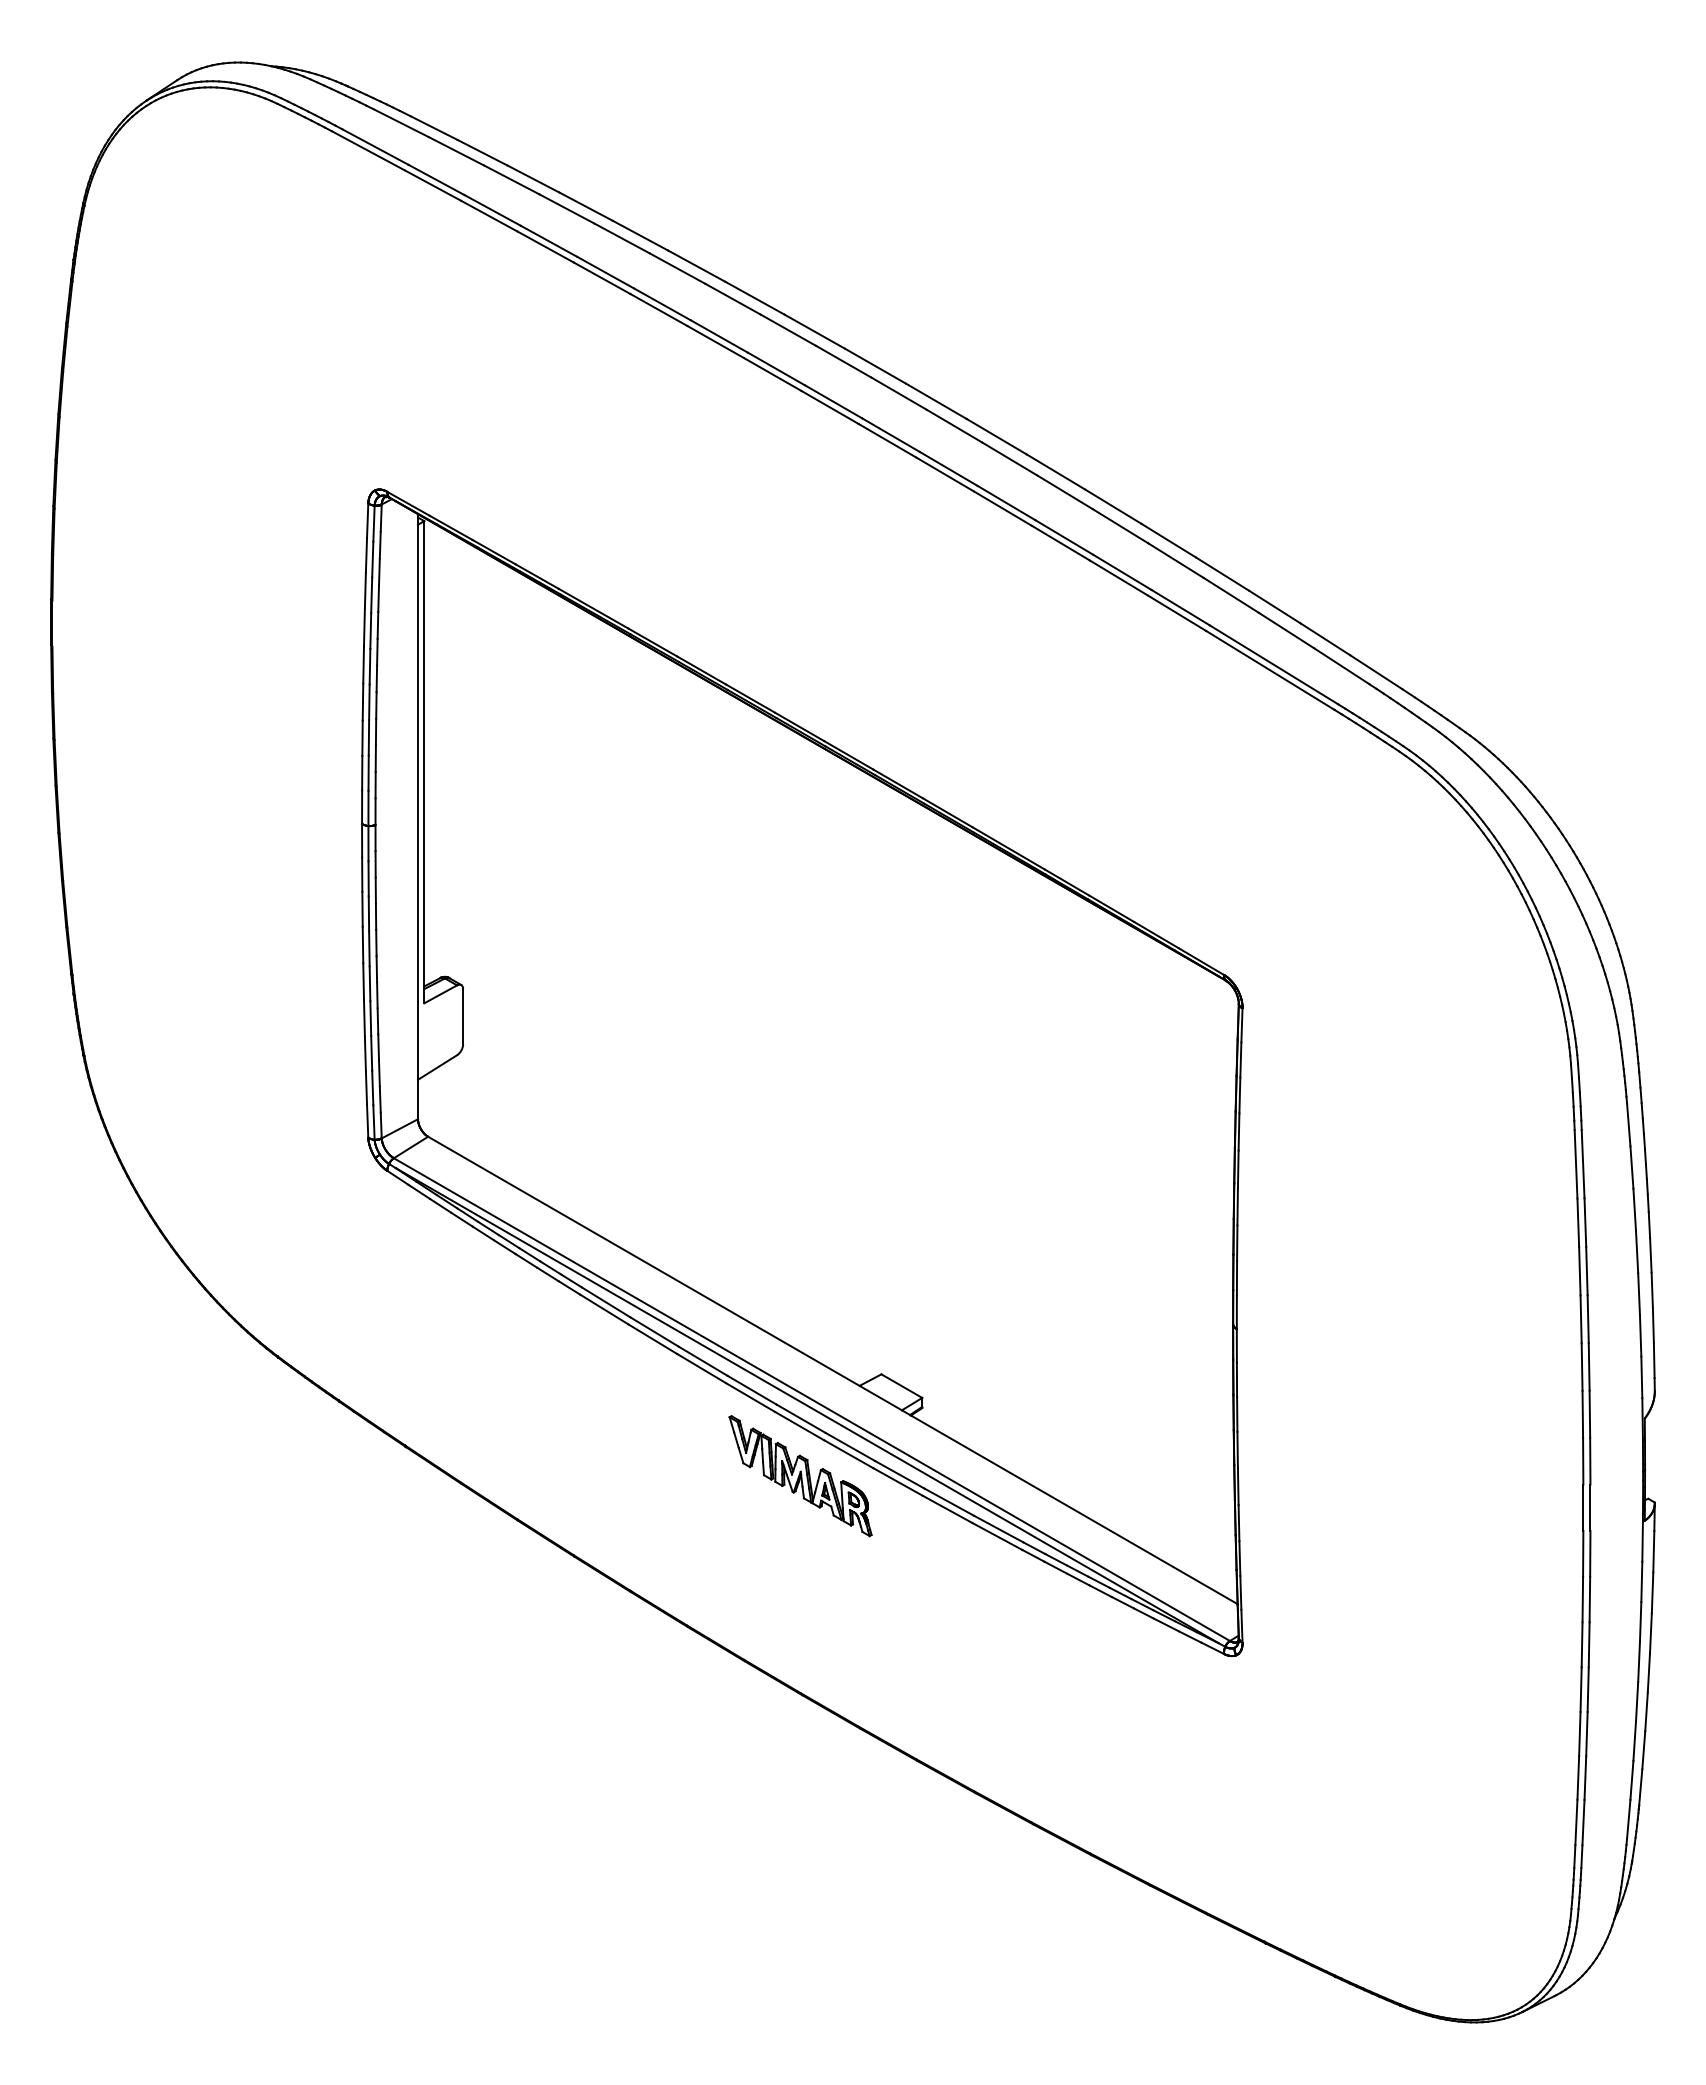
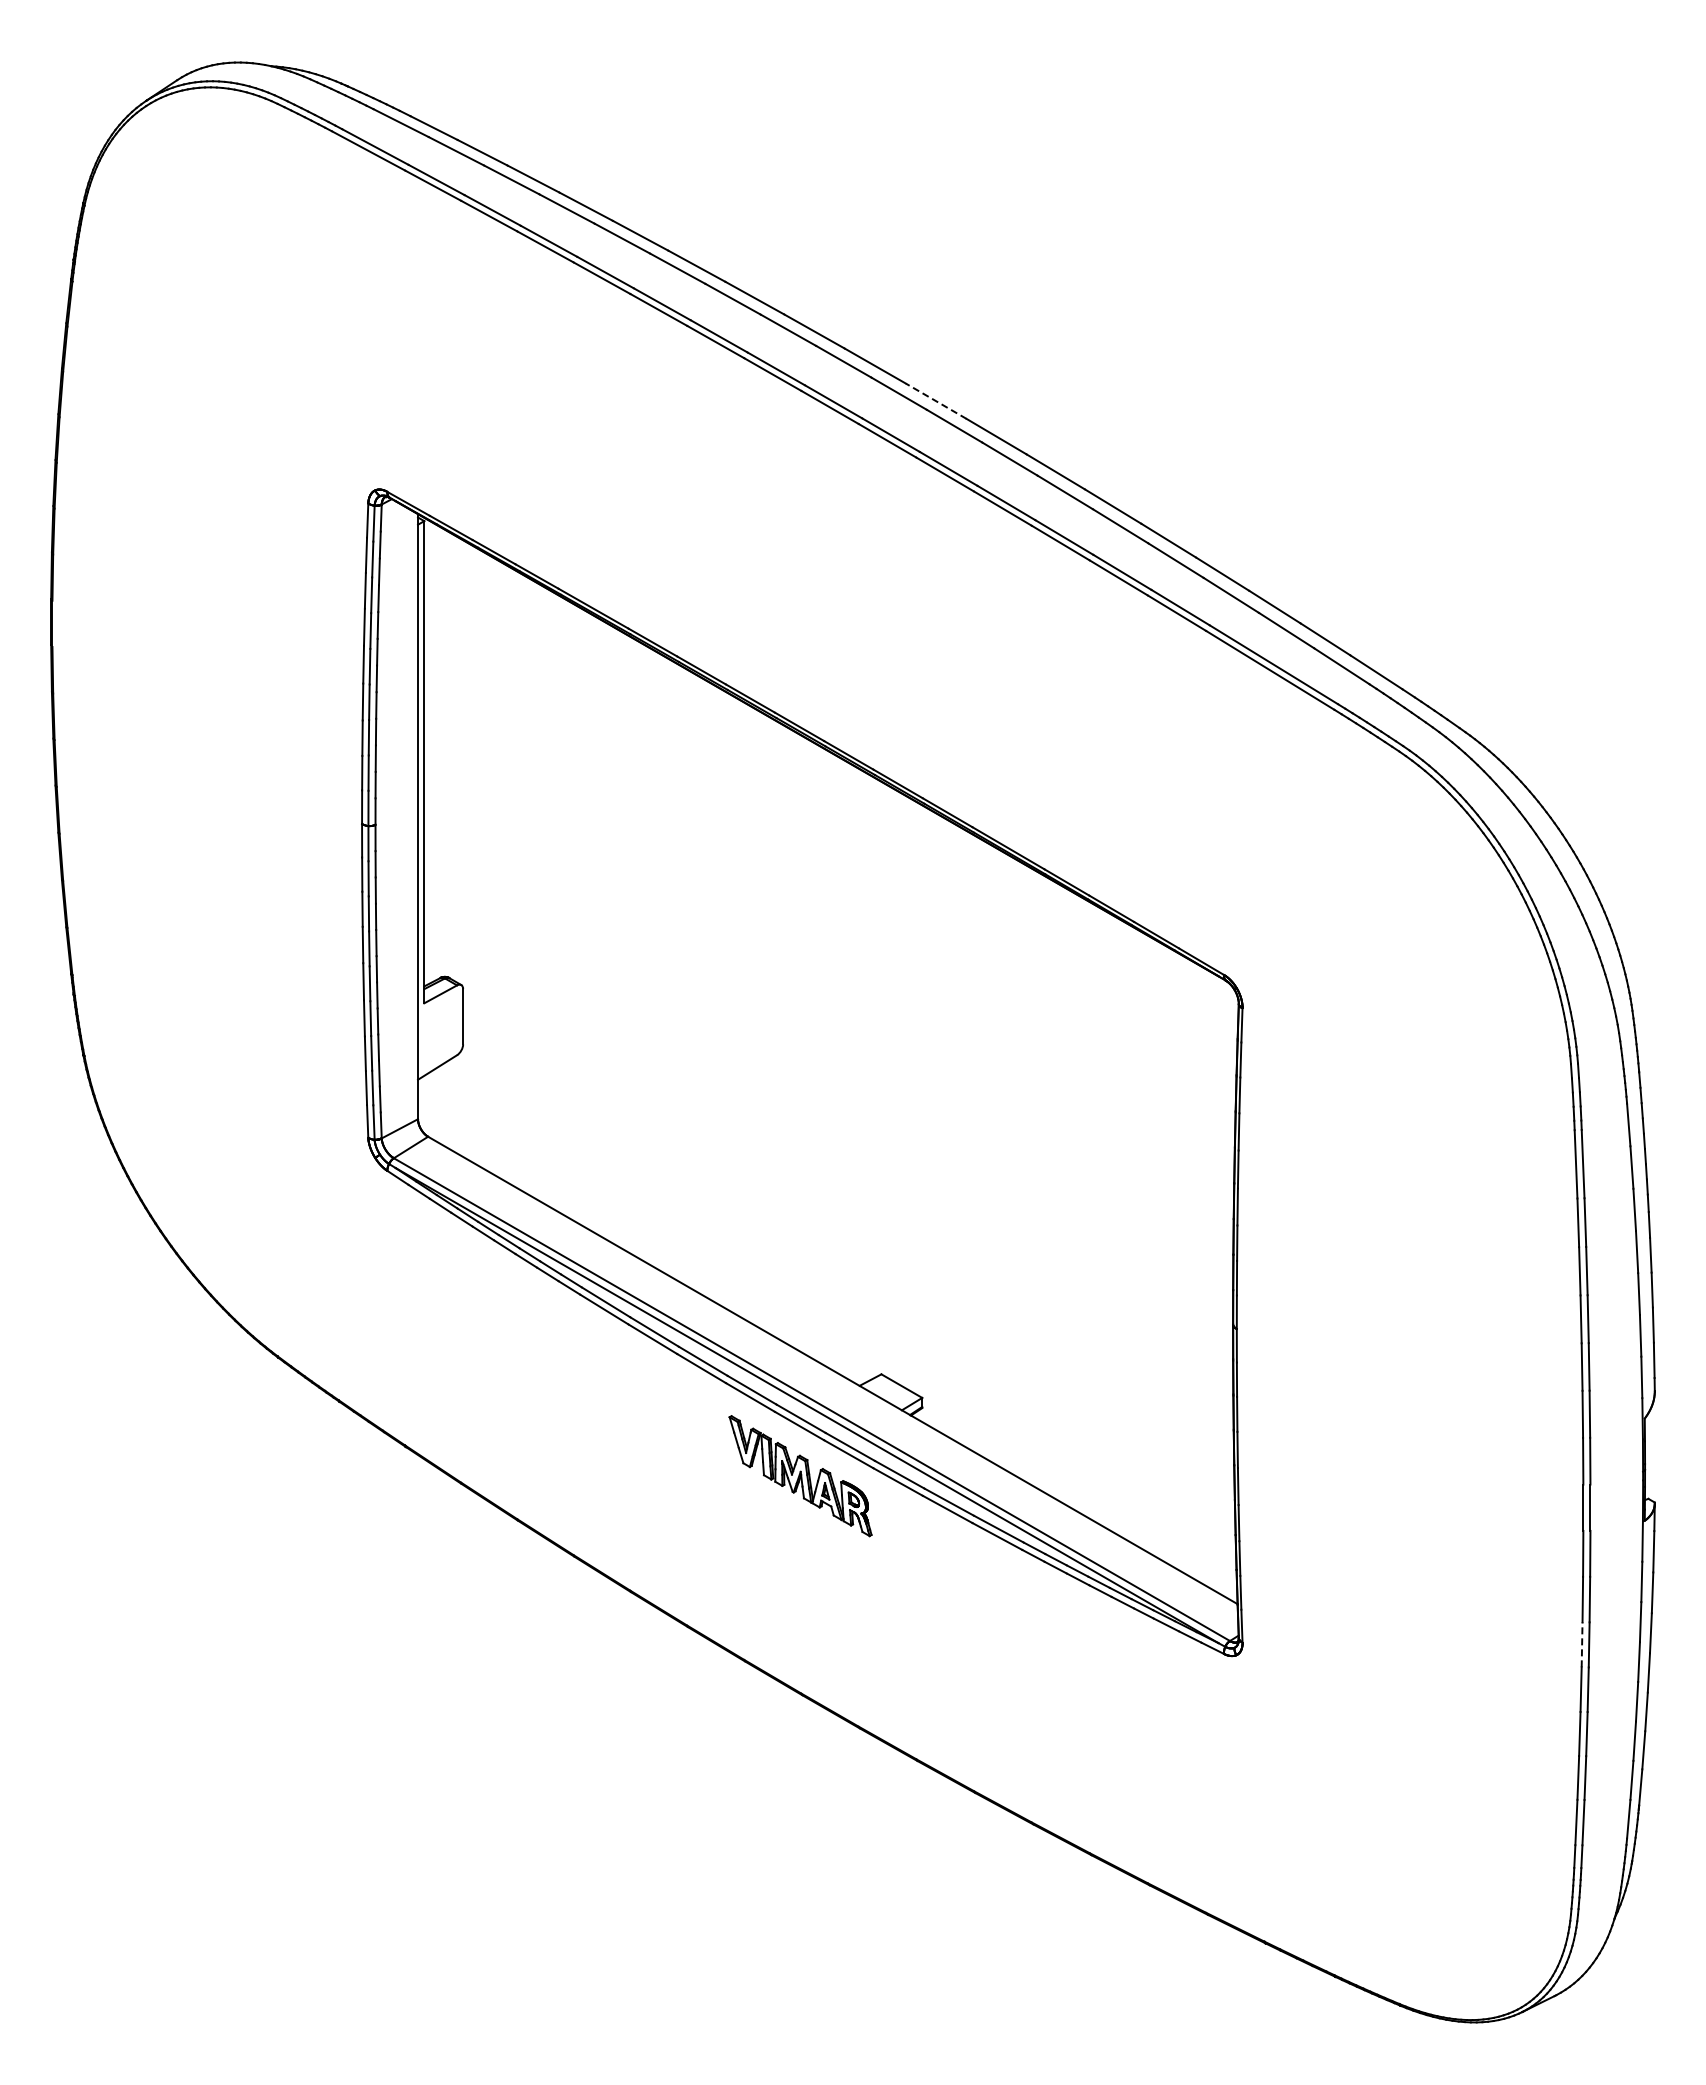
line at (935, 401): solid -> dashed
line at (1582, 1644): solid -> dashed
